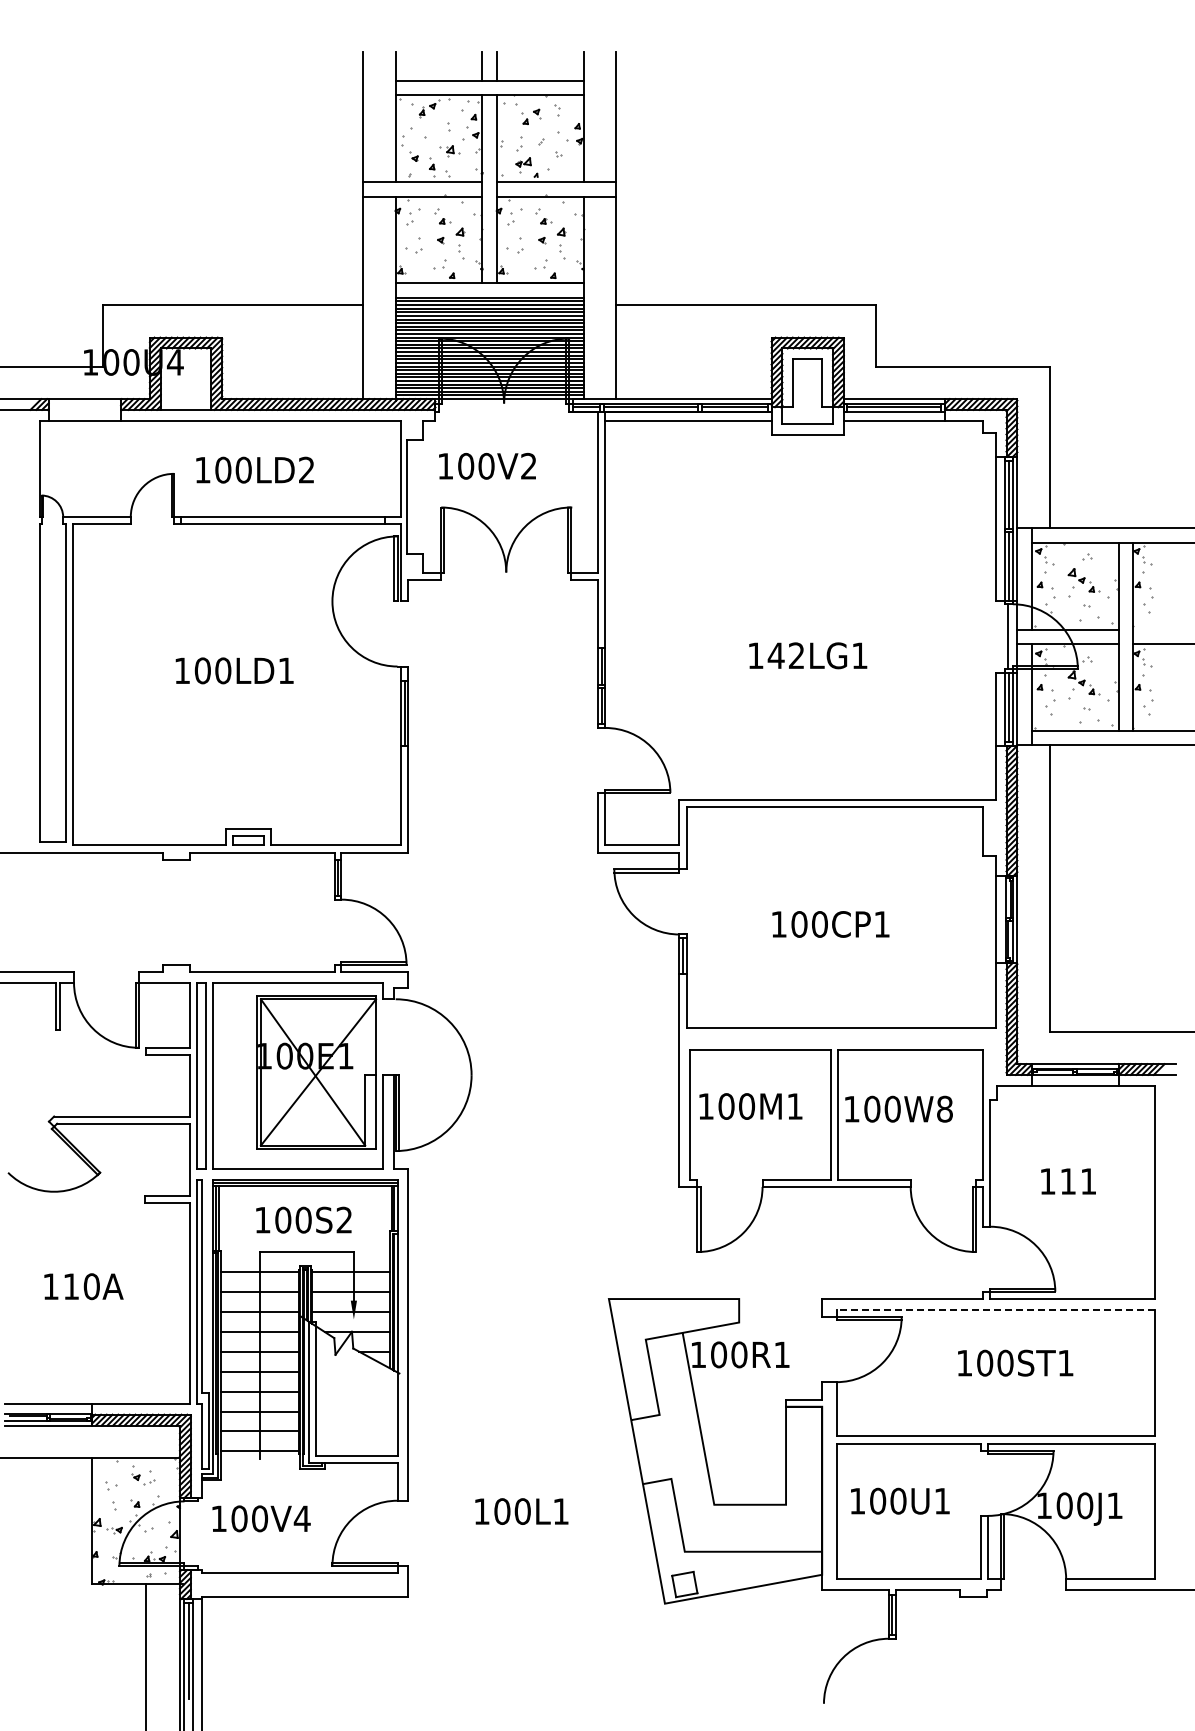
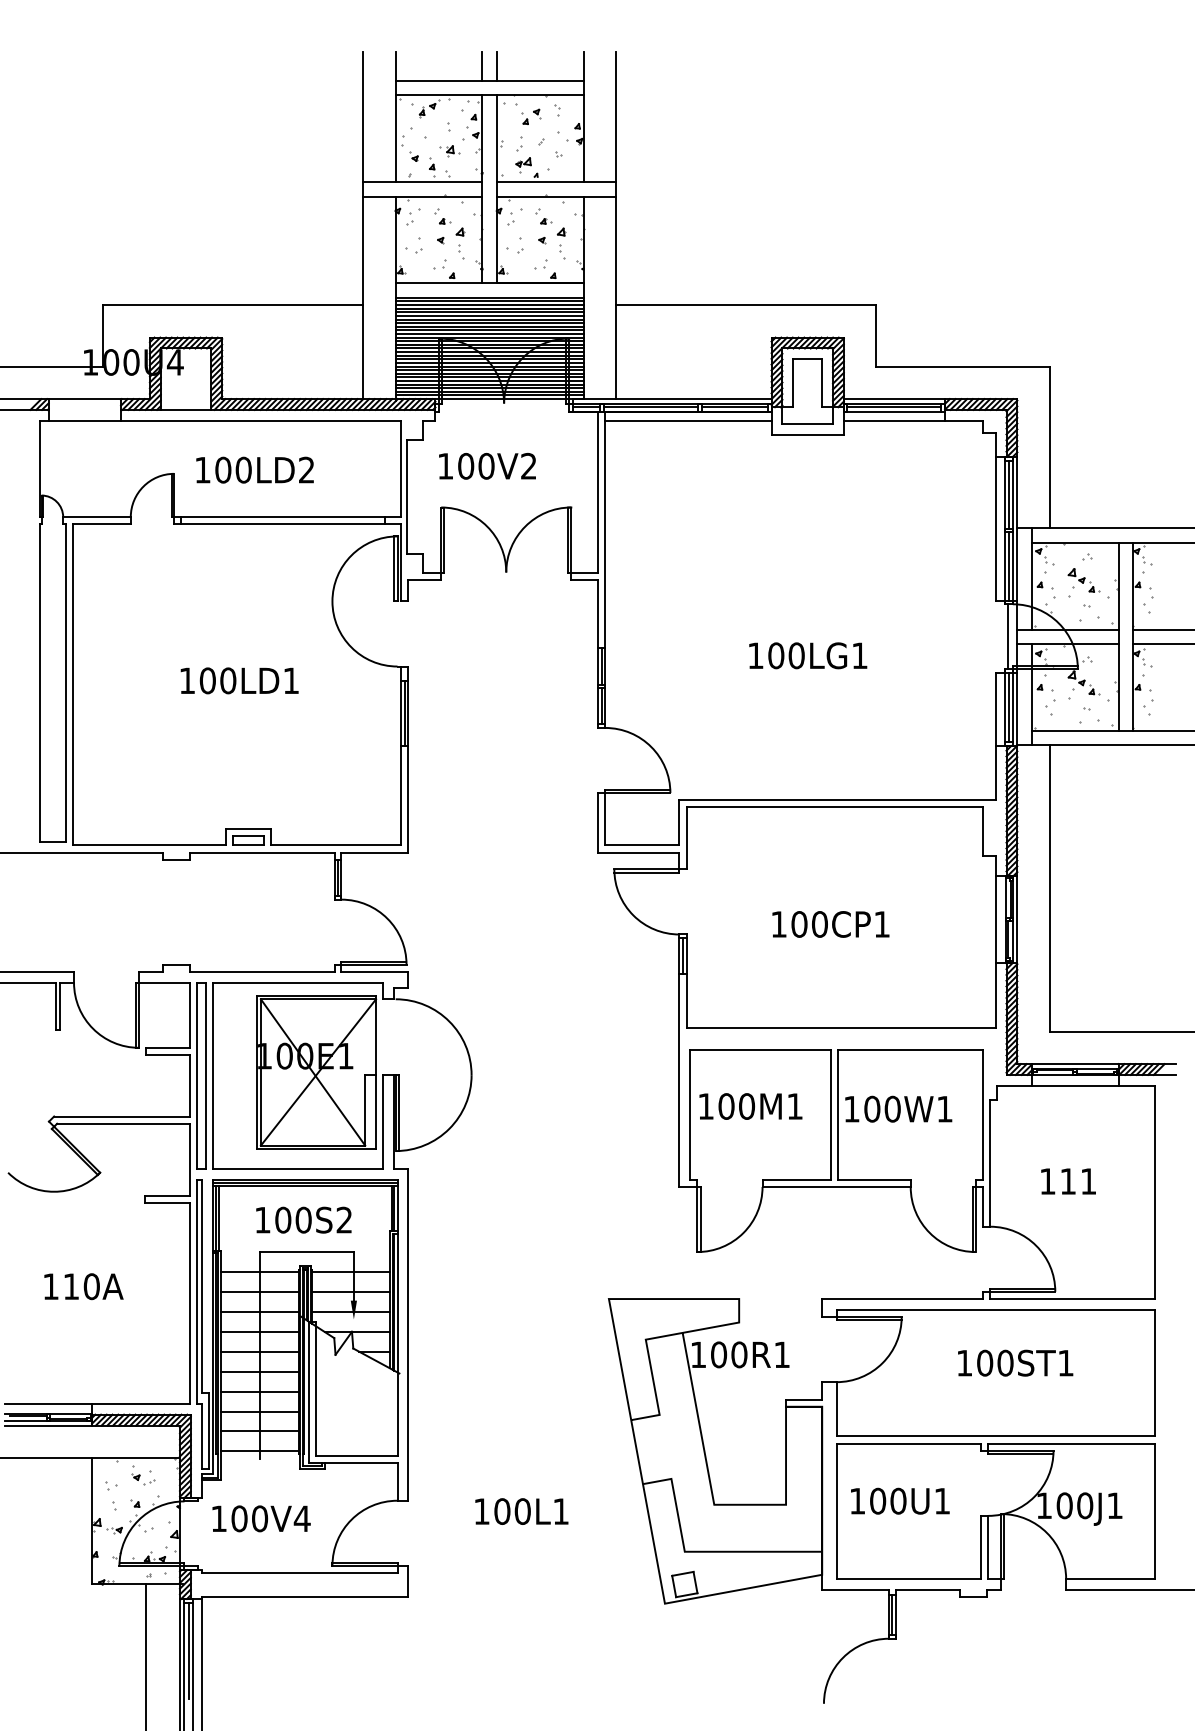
line at (1162, 629): none -> present
text at (785, 655): 142LG1 -> 100LG1
text at (234, 670) position: (234, 670) -> (239, 680)
text at (944, 1108): 100W8 -> 100W1
line at (995, 1309): dashed -> solid
